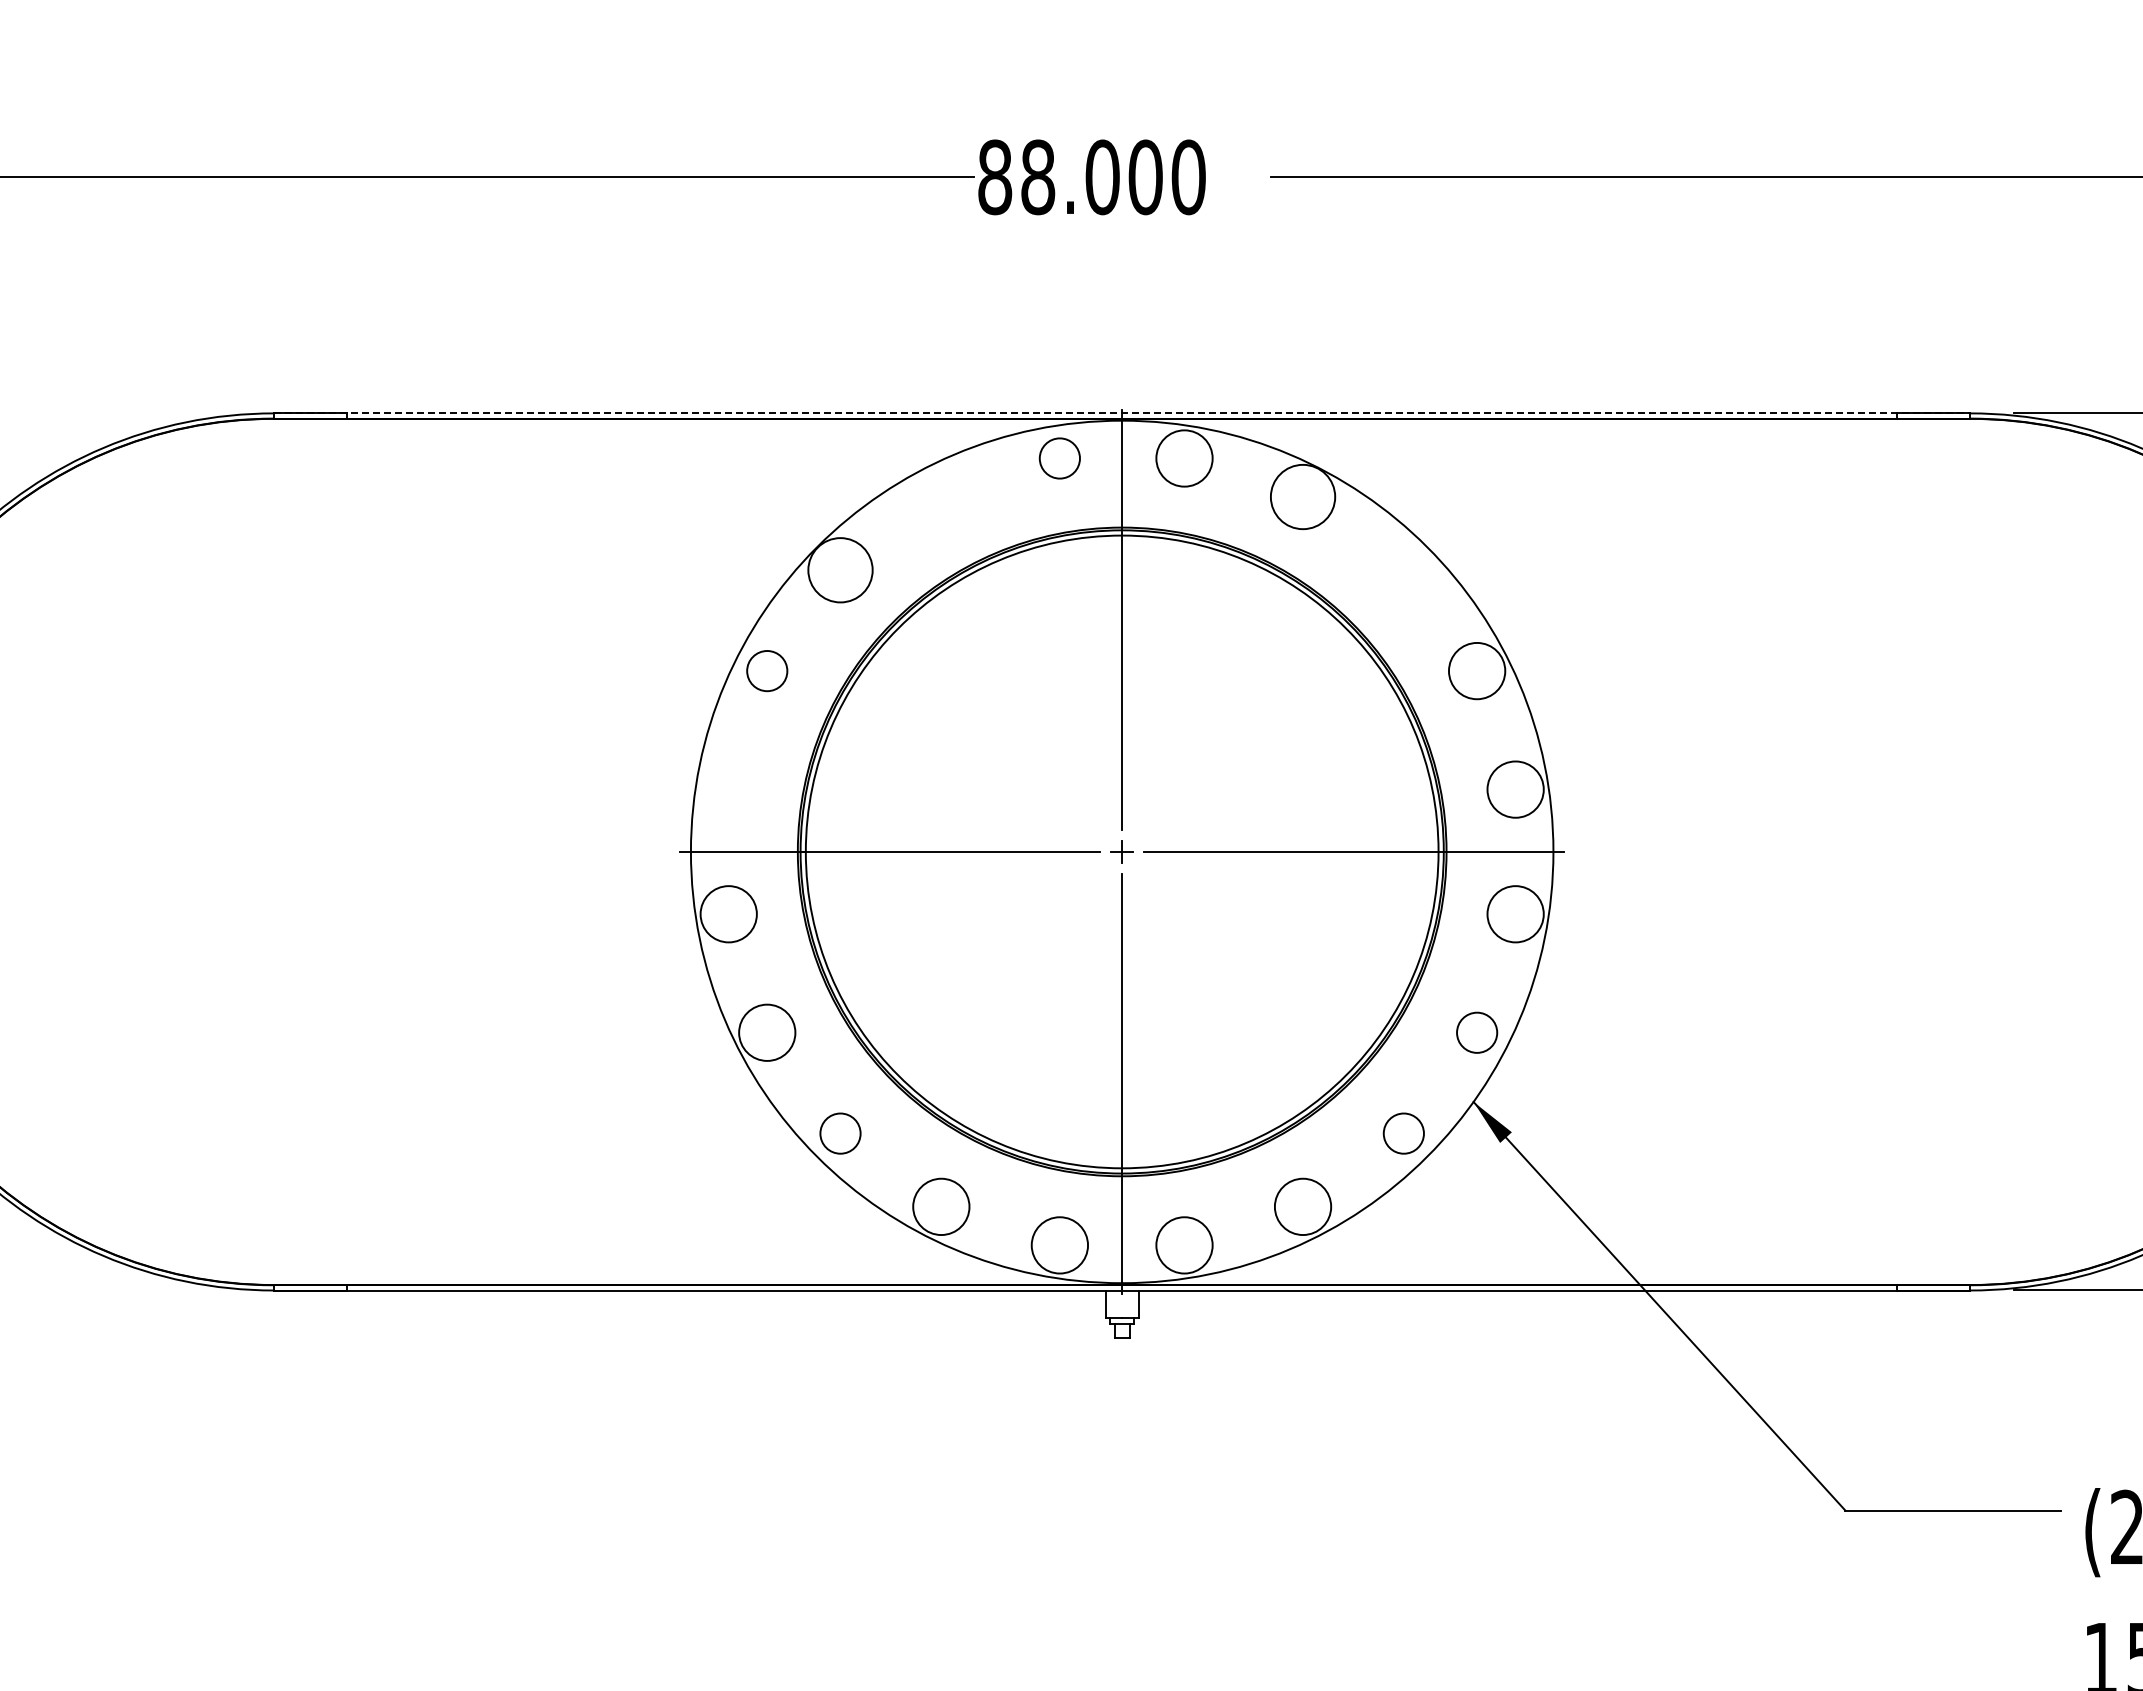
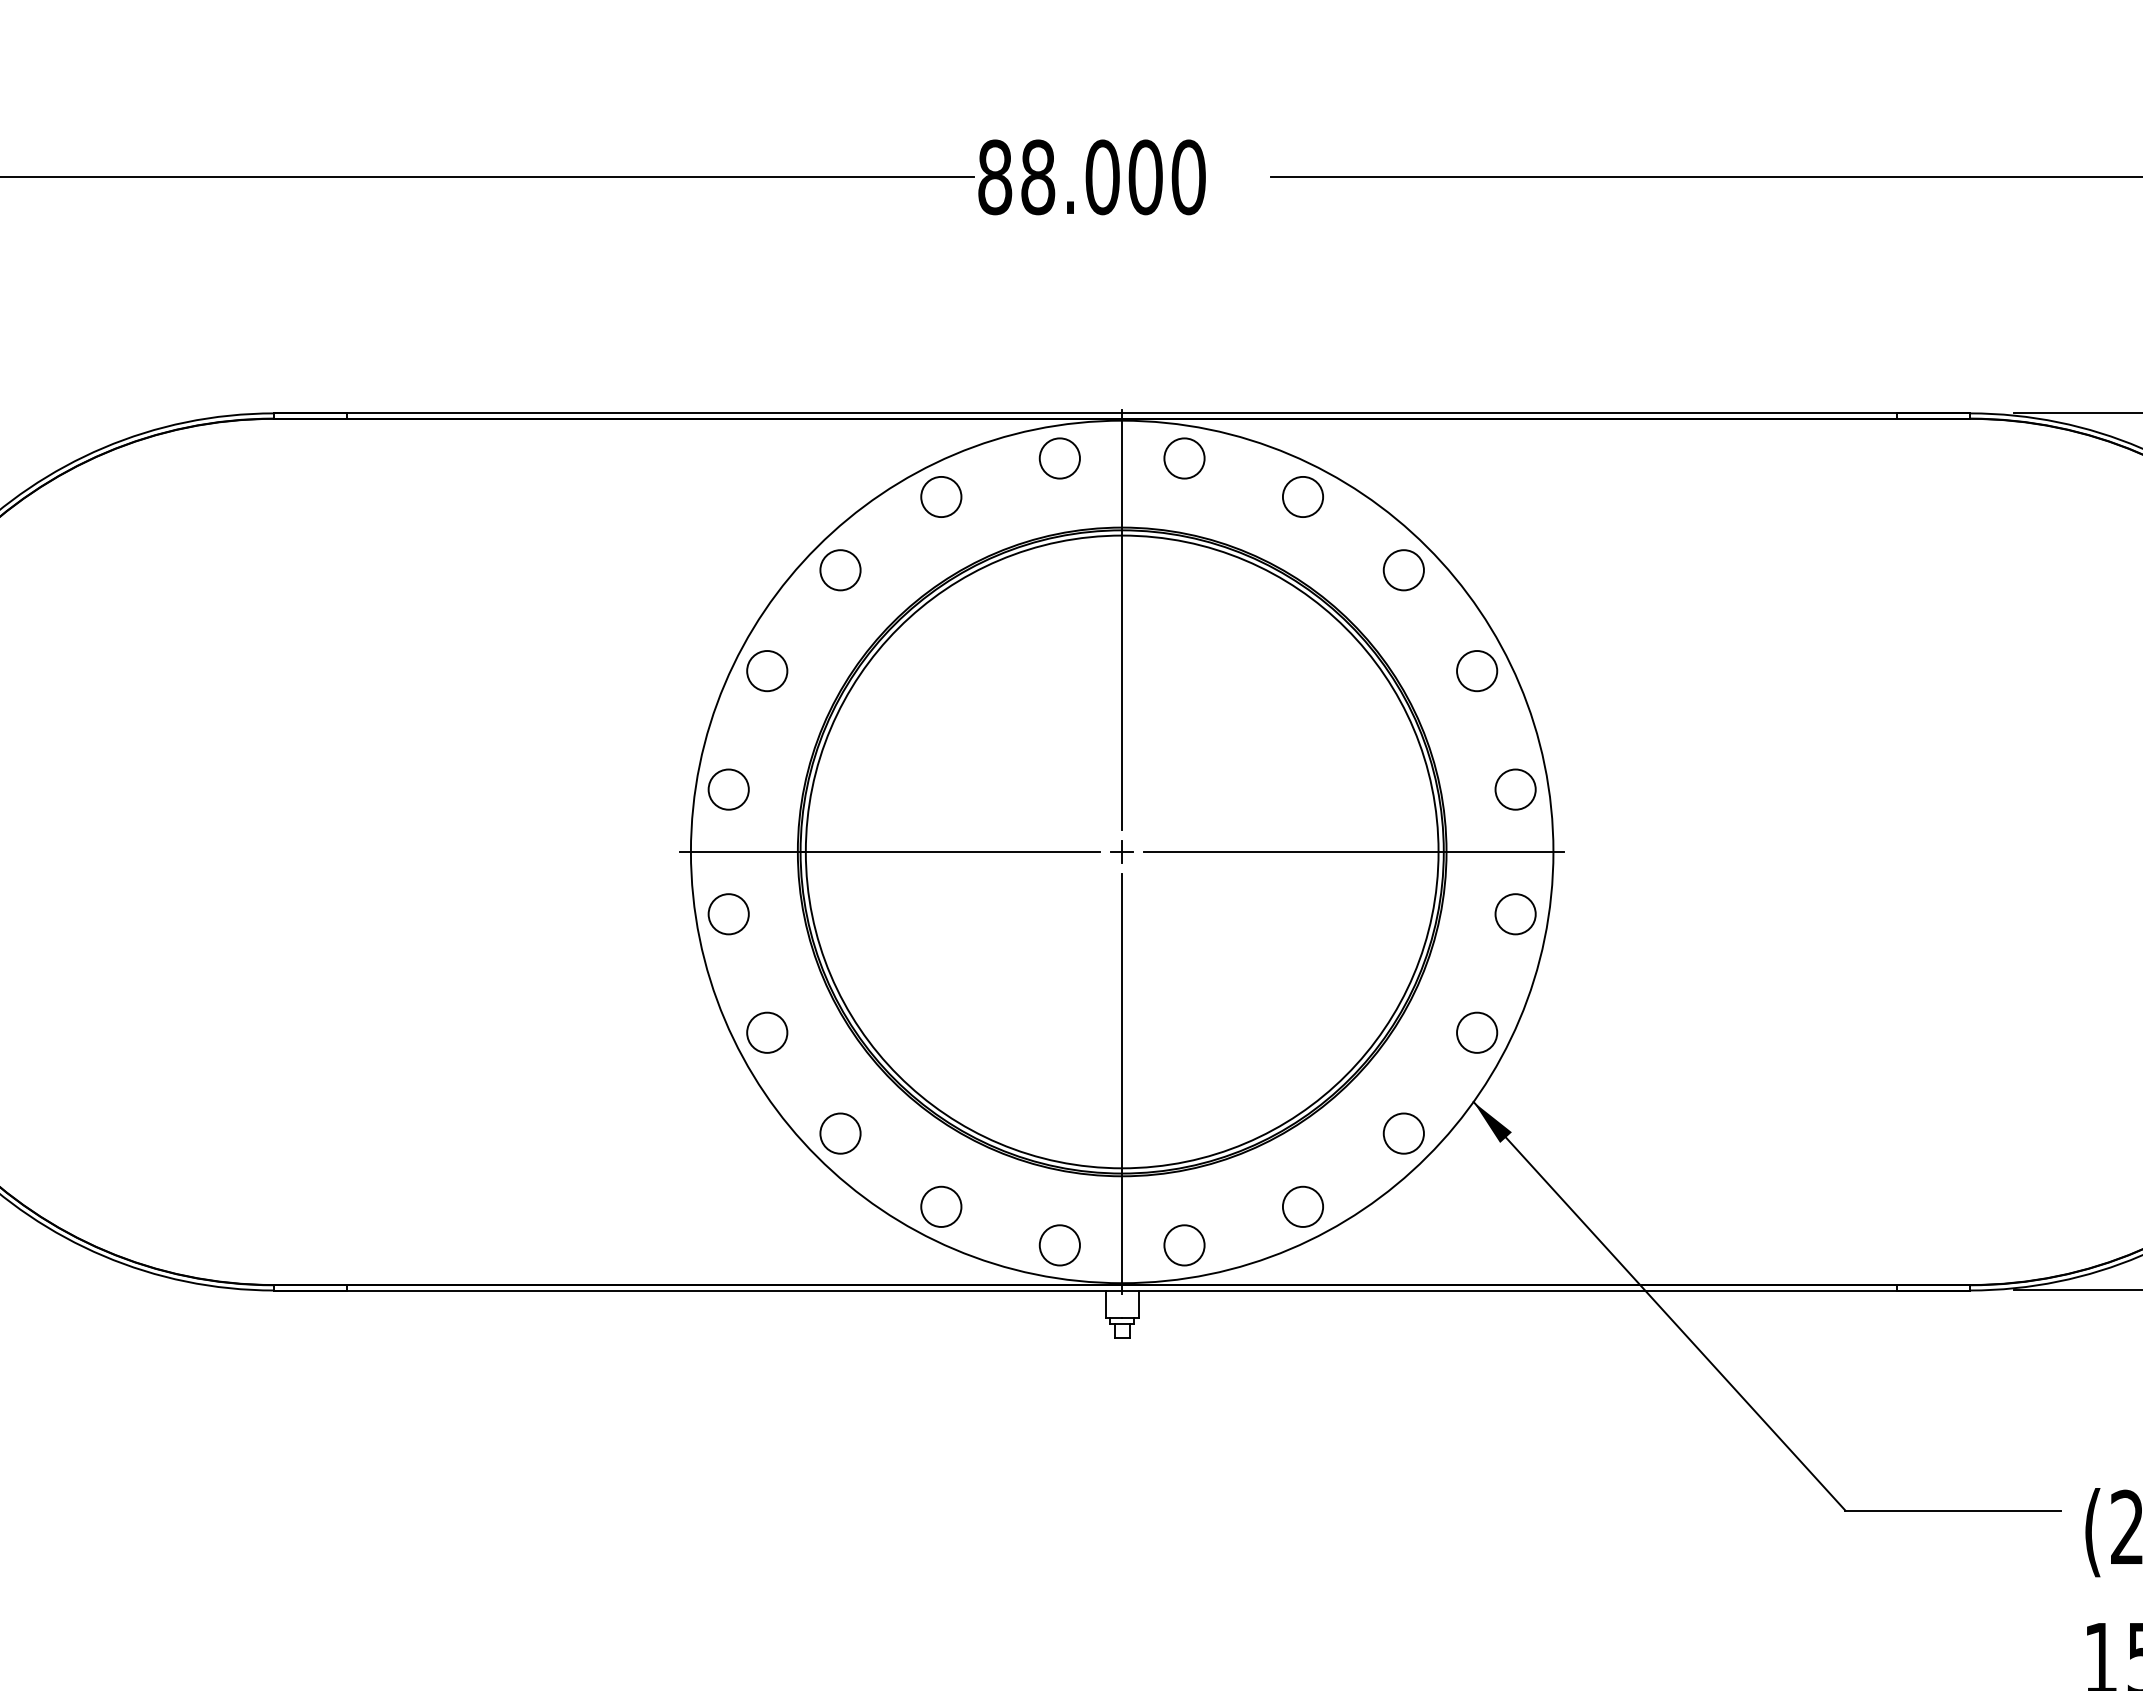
line at (1122, 413): dashed -> solid
circle at (1184, 458) diameter: 56 px -> 40 px
circle at (941, 496): none -> present
circle at (1302, 496) diameter: 64 px -> 40 px
circle at (840, 570) diameter: 64 px -> 40 px
circle at (1403, 570): none -> present
circle at (1476, 670) diameter: 56 px -> 40 px
circle at (728, 789): none -> present
circle at (1515, 789) diameter: 56 px -> 40 px
circle at (728, 914) diameter: 56 px -> 40 px
circle at (1515, 914) diameter: 56 px -> 40 px
circle at (767, 1032) diameter: 56 px -> 40 px
circle at (941, 1206) diameter: 56 px -> 40 px
circle at (1302, 1206) diameter: 56 px -> 40 px
circle at (1059, 1245) diameter: 56 px -> 40 px
circle at (1184, 1245) diameter: 56 px -> 40 px
